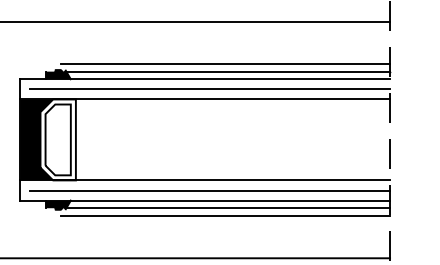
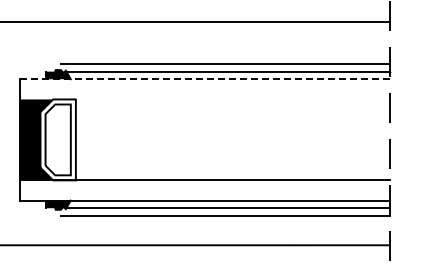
line at (205, 79): solid -> dashed
line at (210, 89): present -> none
line at (205, 99): present -> none
line at (210, 190): present -> none
line at (196, 258) position: (196, 258) -> (196, 245)
